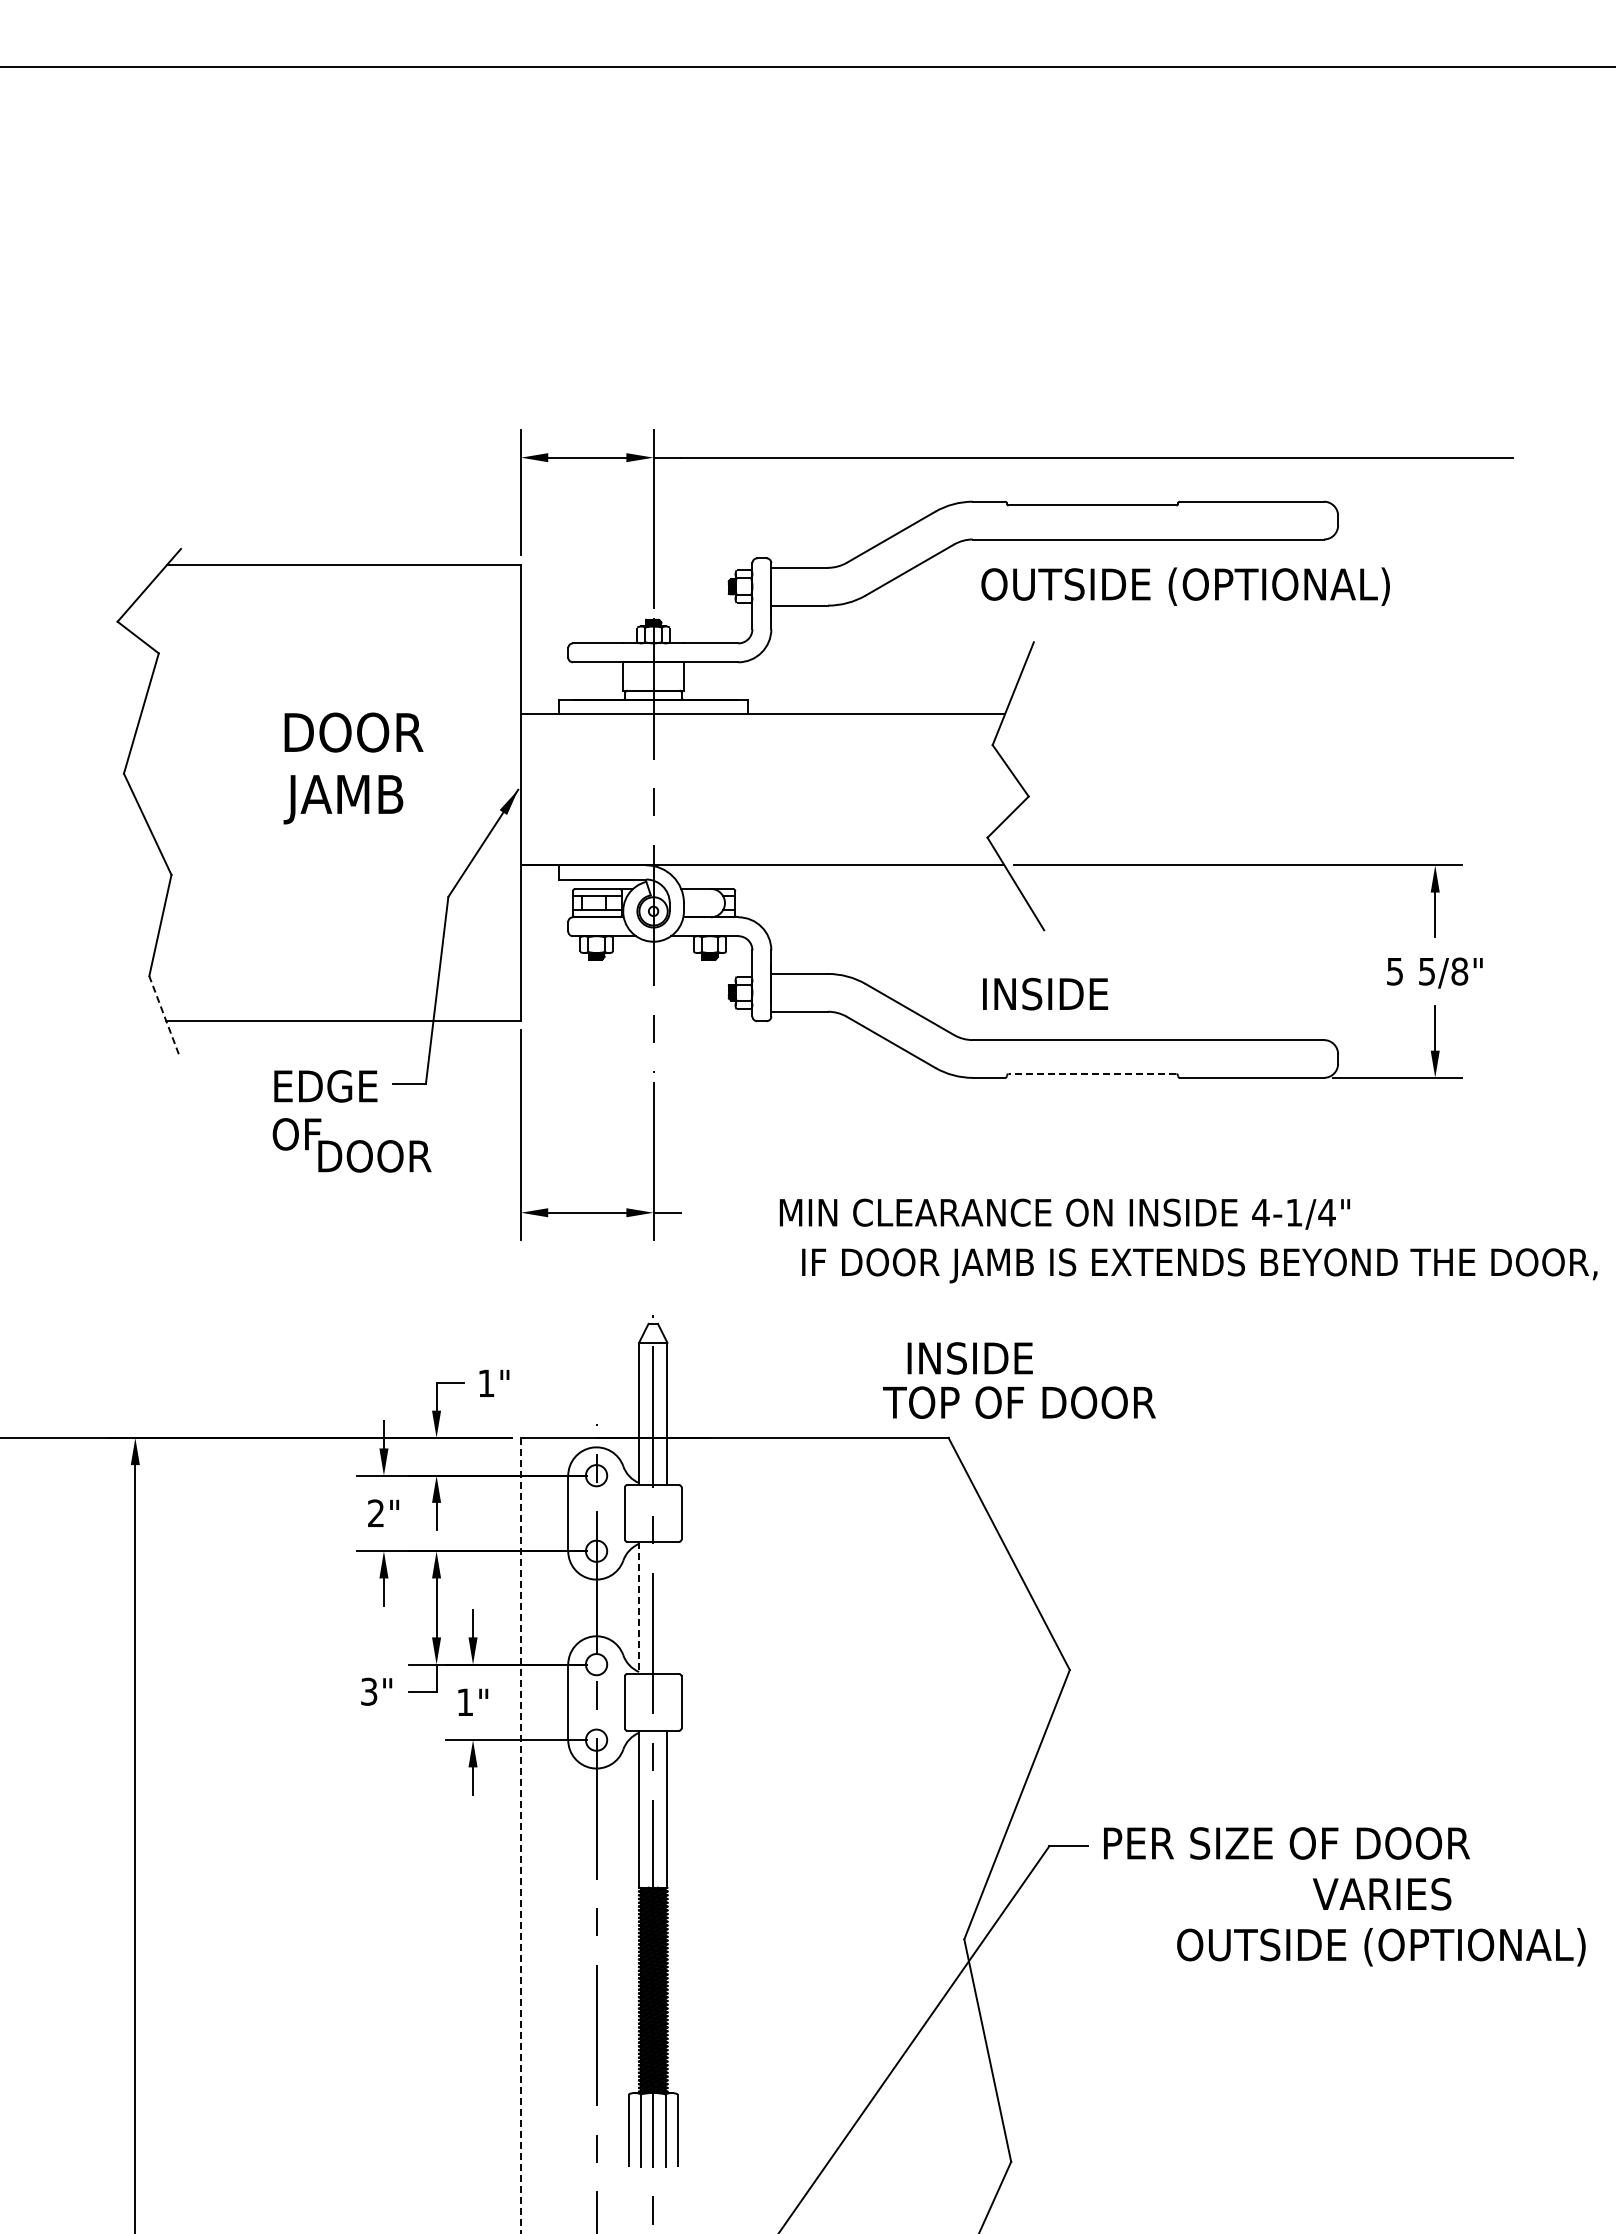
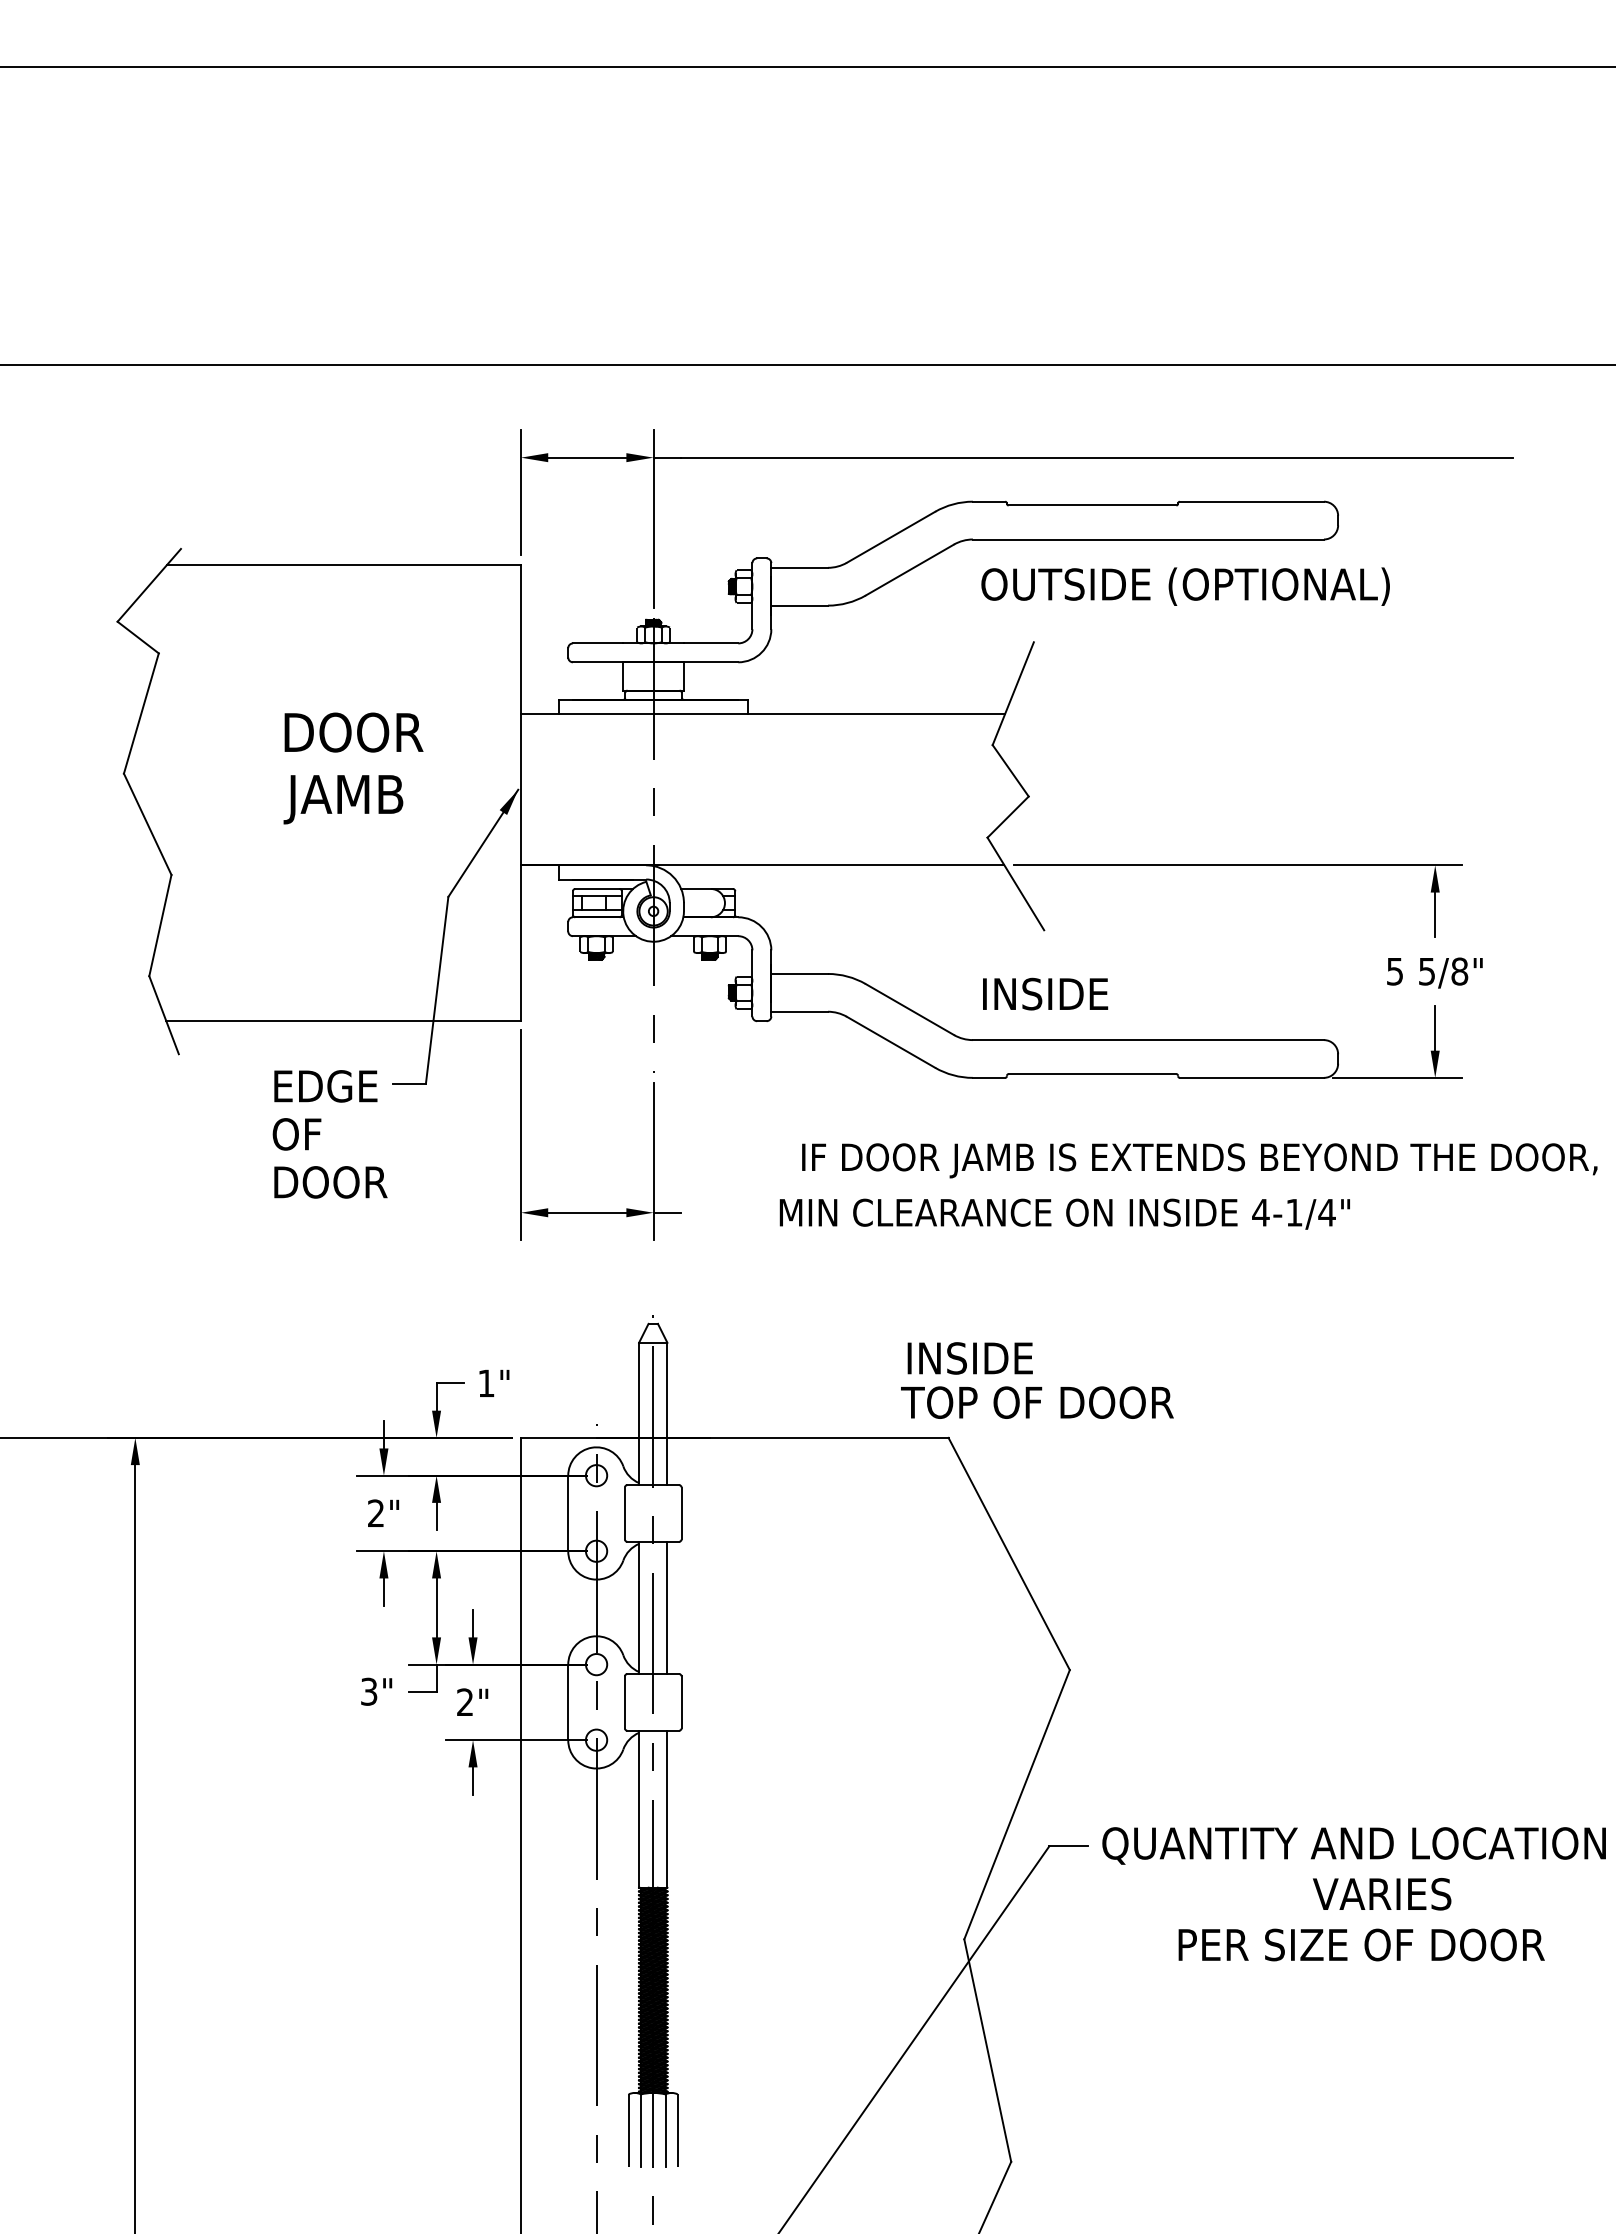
line at (807, 364): none -> present
line at (164, 1015): dashed -> solid
line at (1092, 1074): dashed -> solid
text at (374, 1156) position: (374, 1156) -> (330, 1182)
text at (1199, 1265) position: (1199, 1265) -> (1199, 1160)
text at (1019, 1402) position: (1019, 1402) -> (1037, 1402)
line at (667, 1607): none -> present
line at (639, 1608): dashed -> solid
text at (464, 1701): 1" -> 2"
line at (521, 1835): dashed -> solid
text at (1353, 1845): PER SIZE OF DOOR -> QUANTITY AND LOCATION
text at (1381, 1947): OUTSIDE (OPTIONAL) -> PER SIZE OF DOOR
